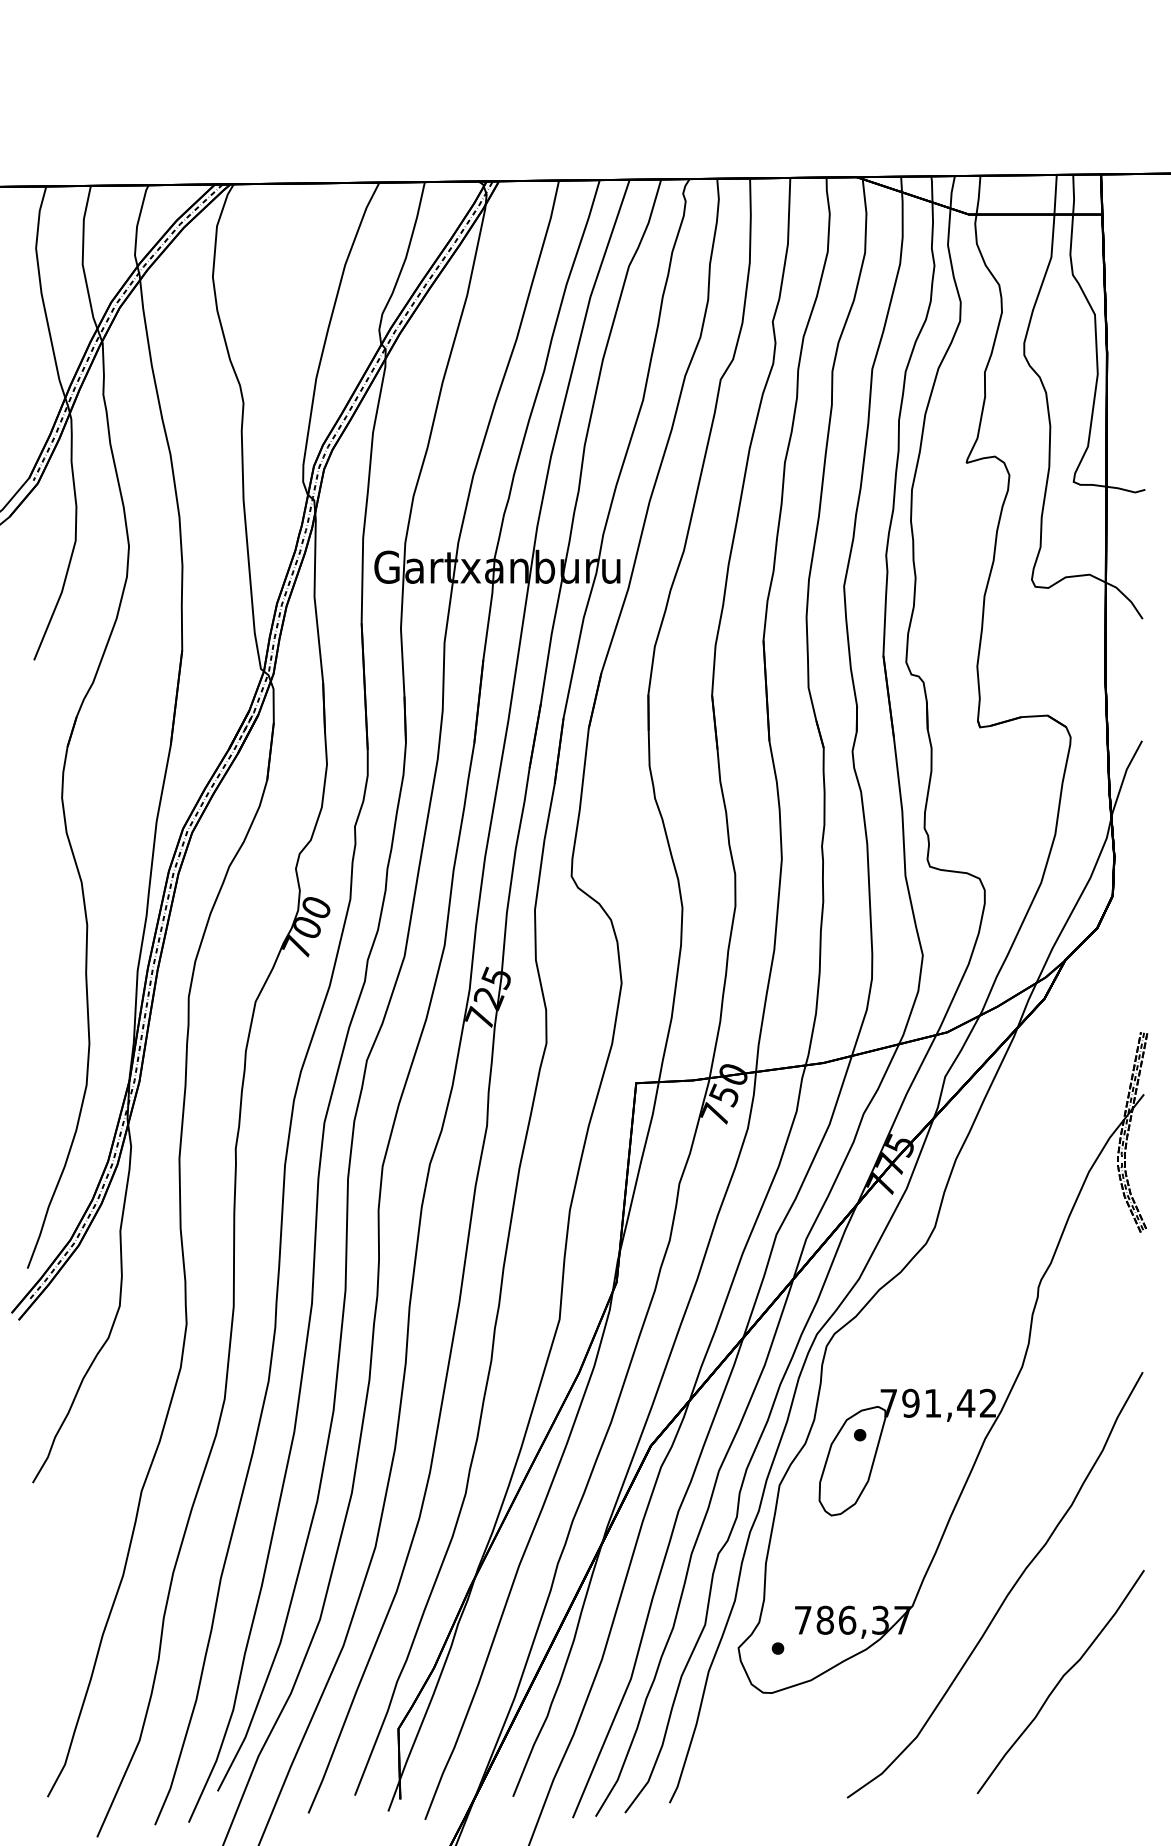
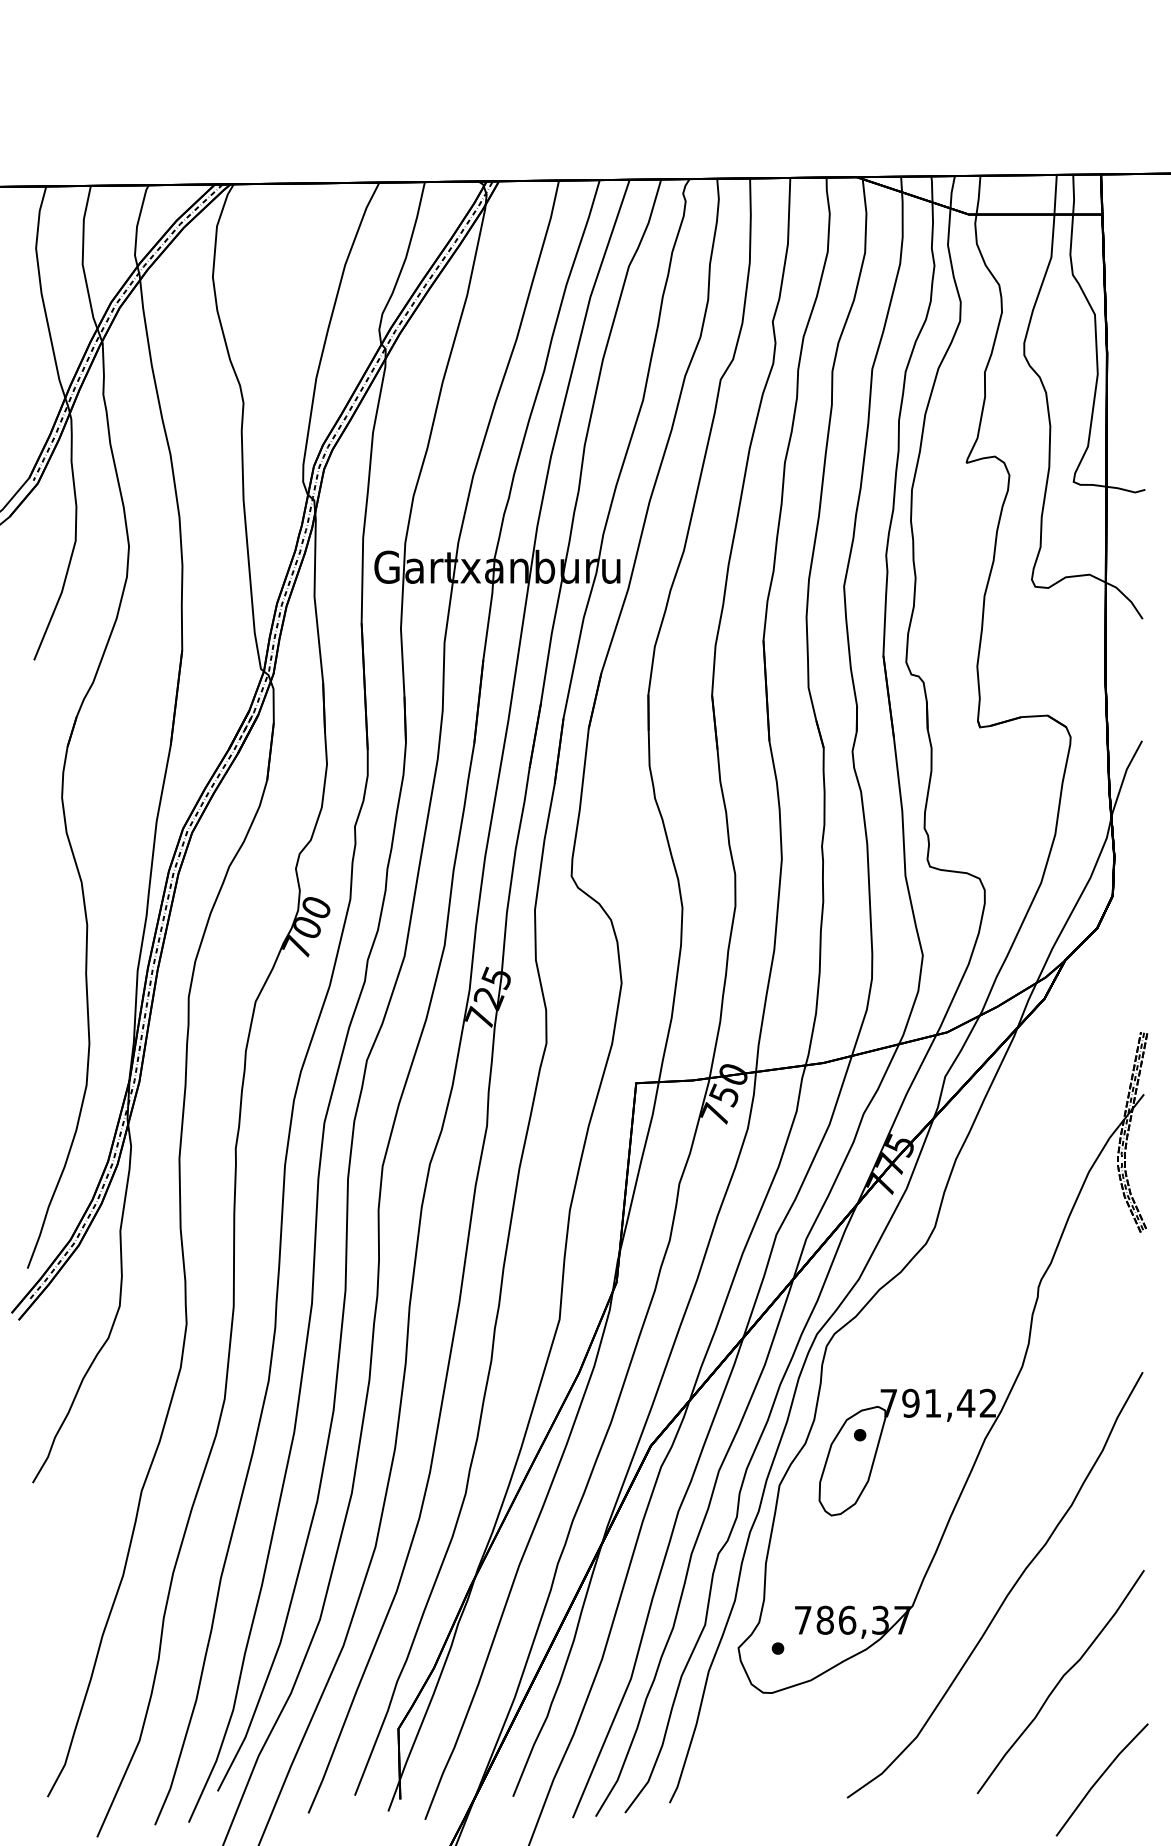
line at (1100, 1778): none -> present
